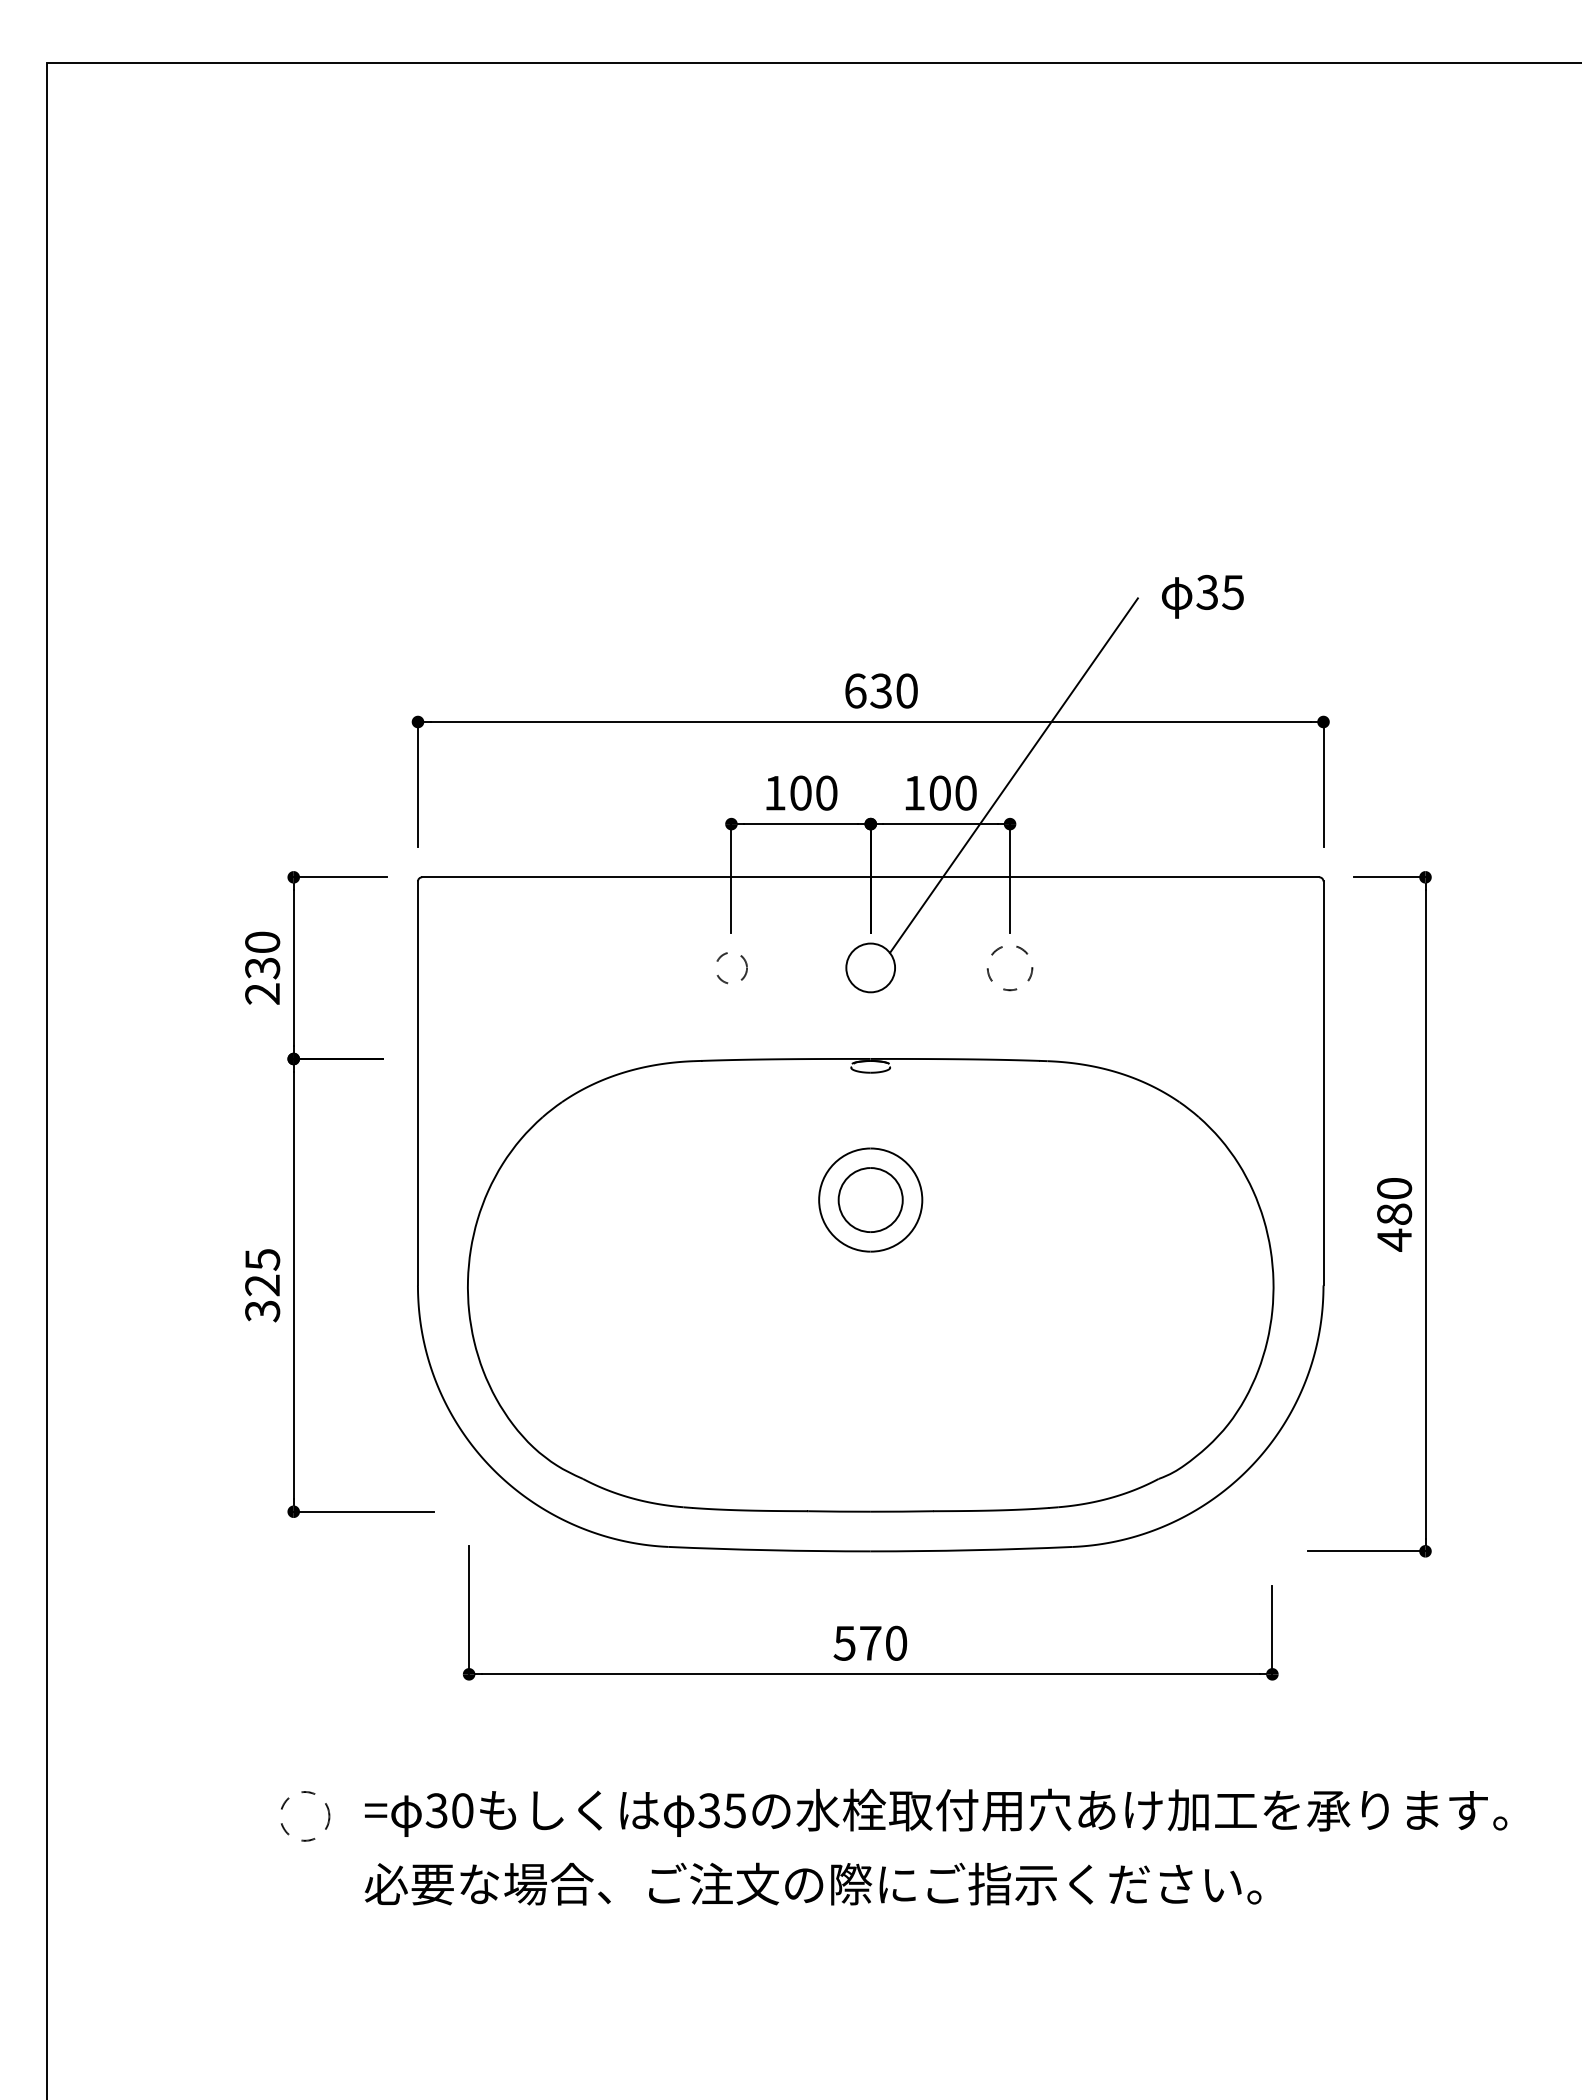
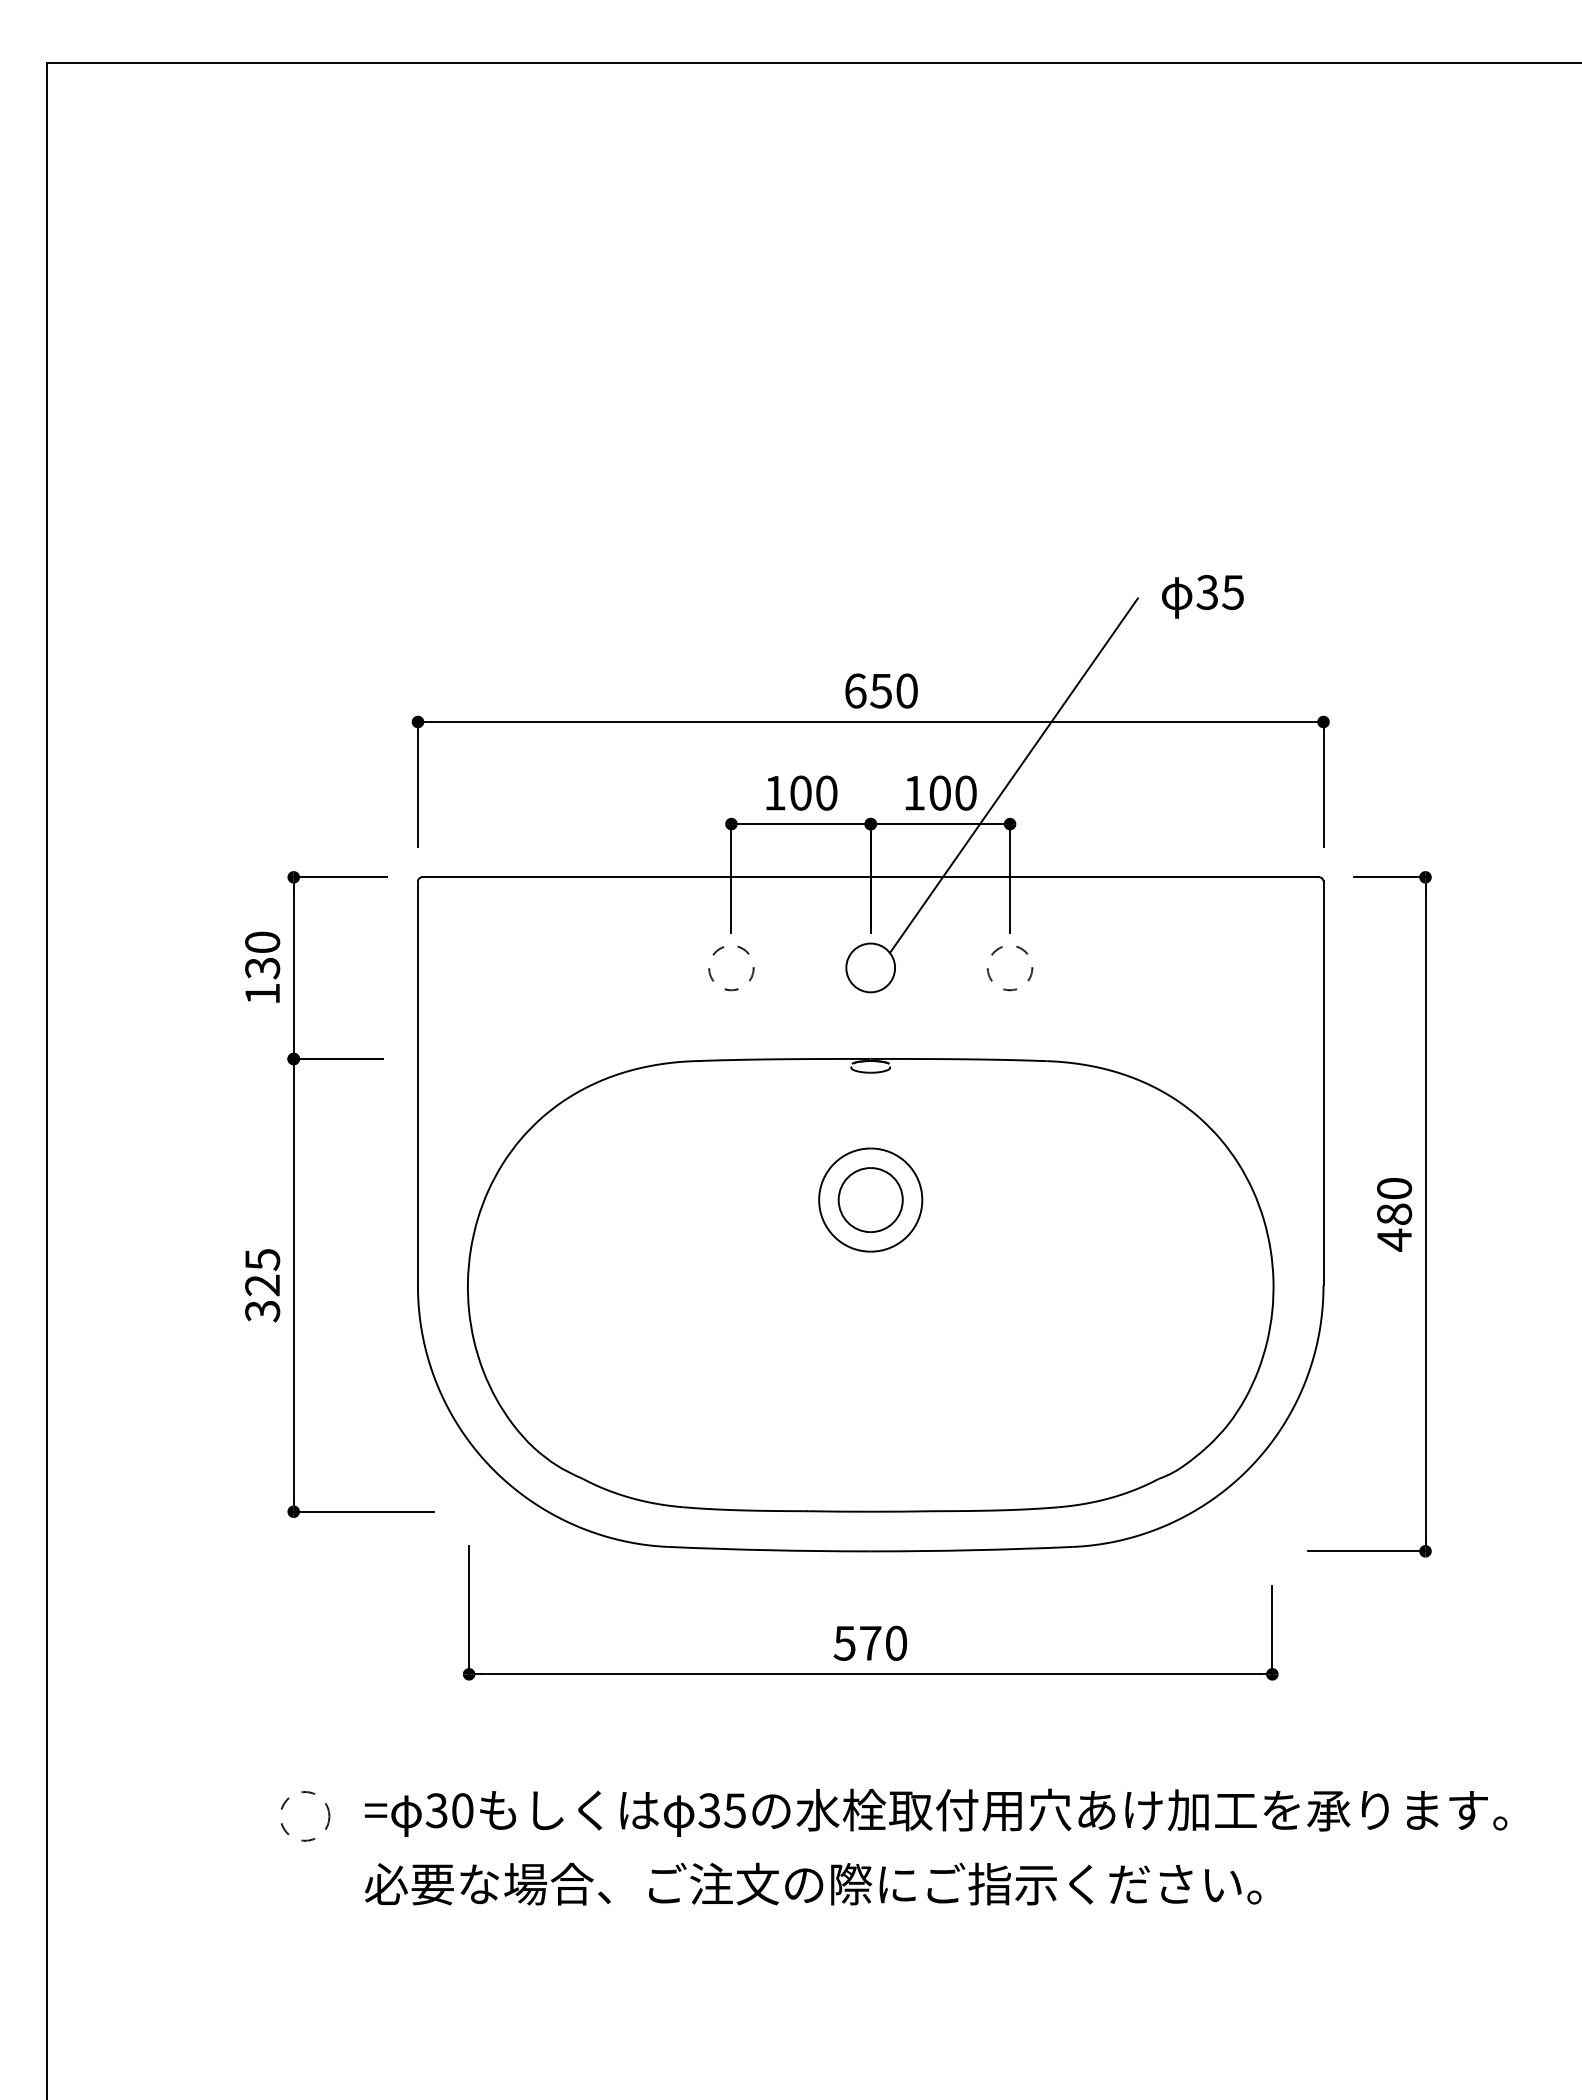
text at (880, 690): 630 -> 650
circle at (731, 968) size: 32x33 px -> 47x47 px
text at (262, 993): 230 -> 130
